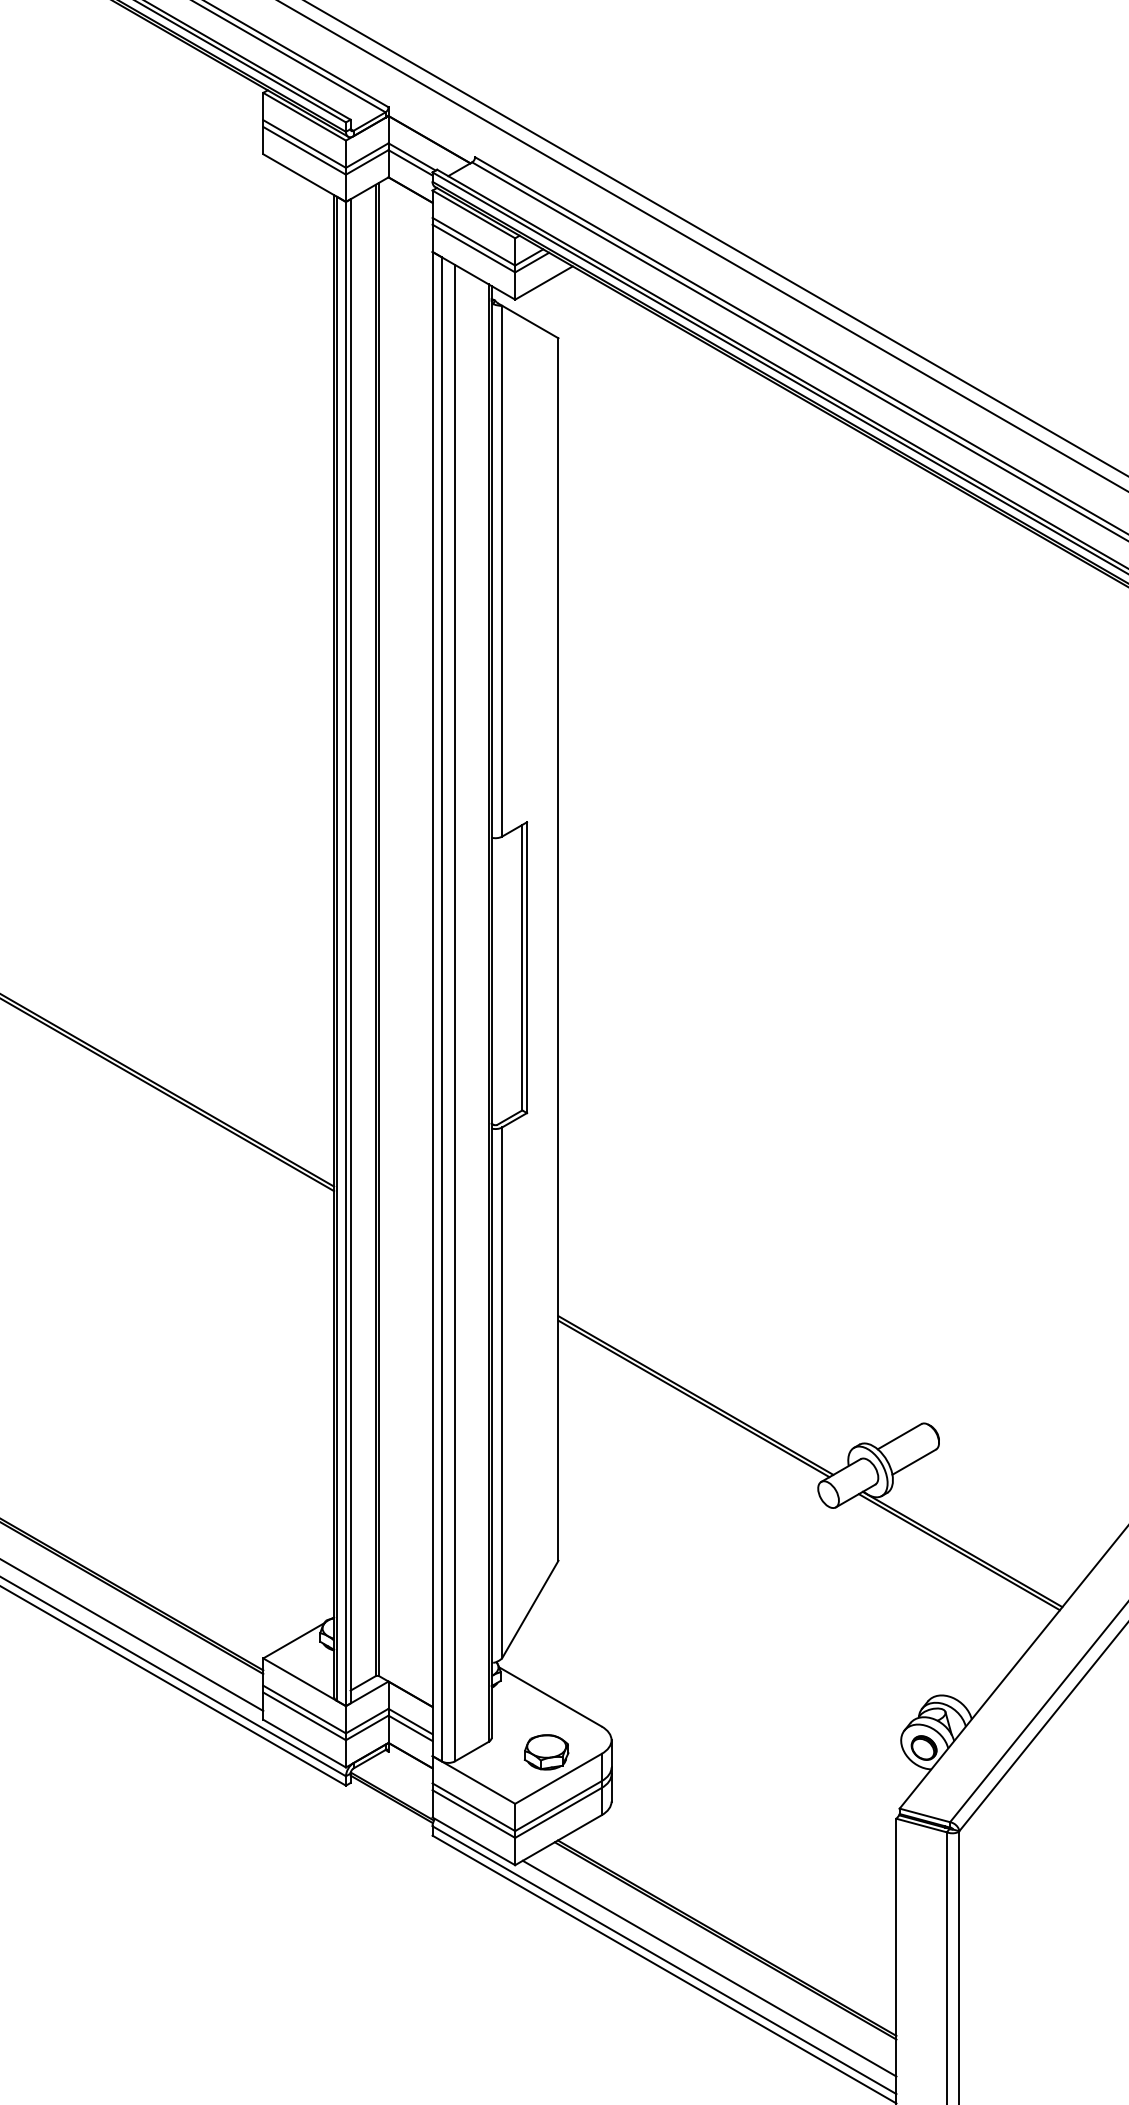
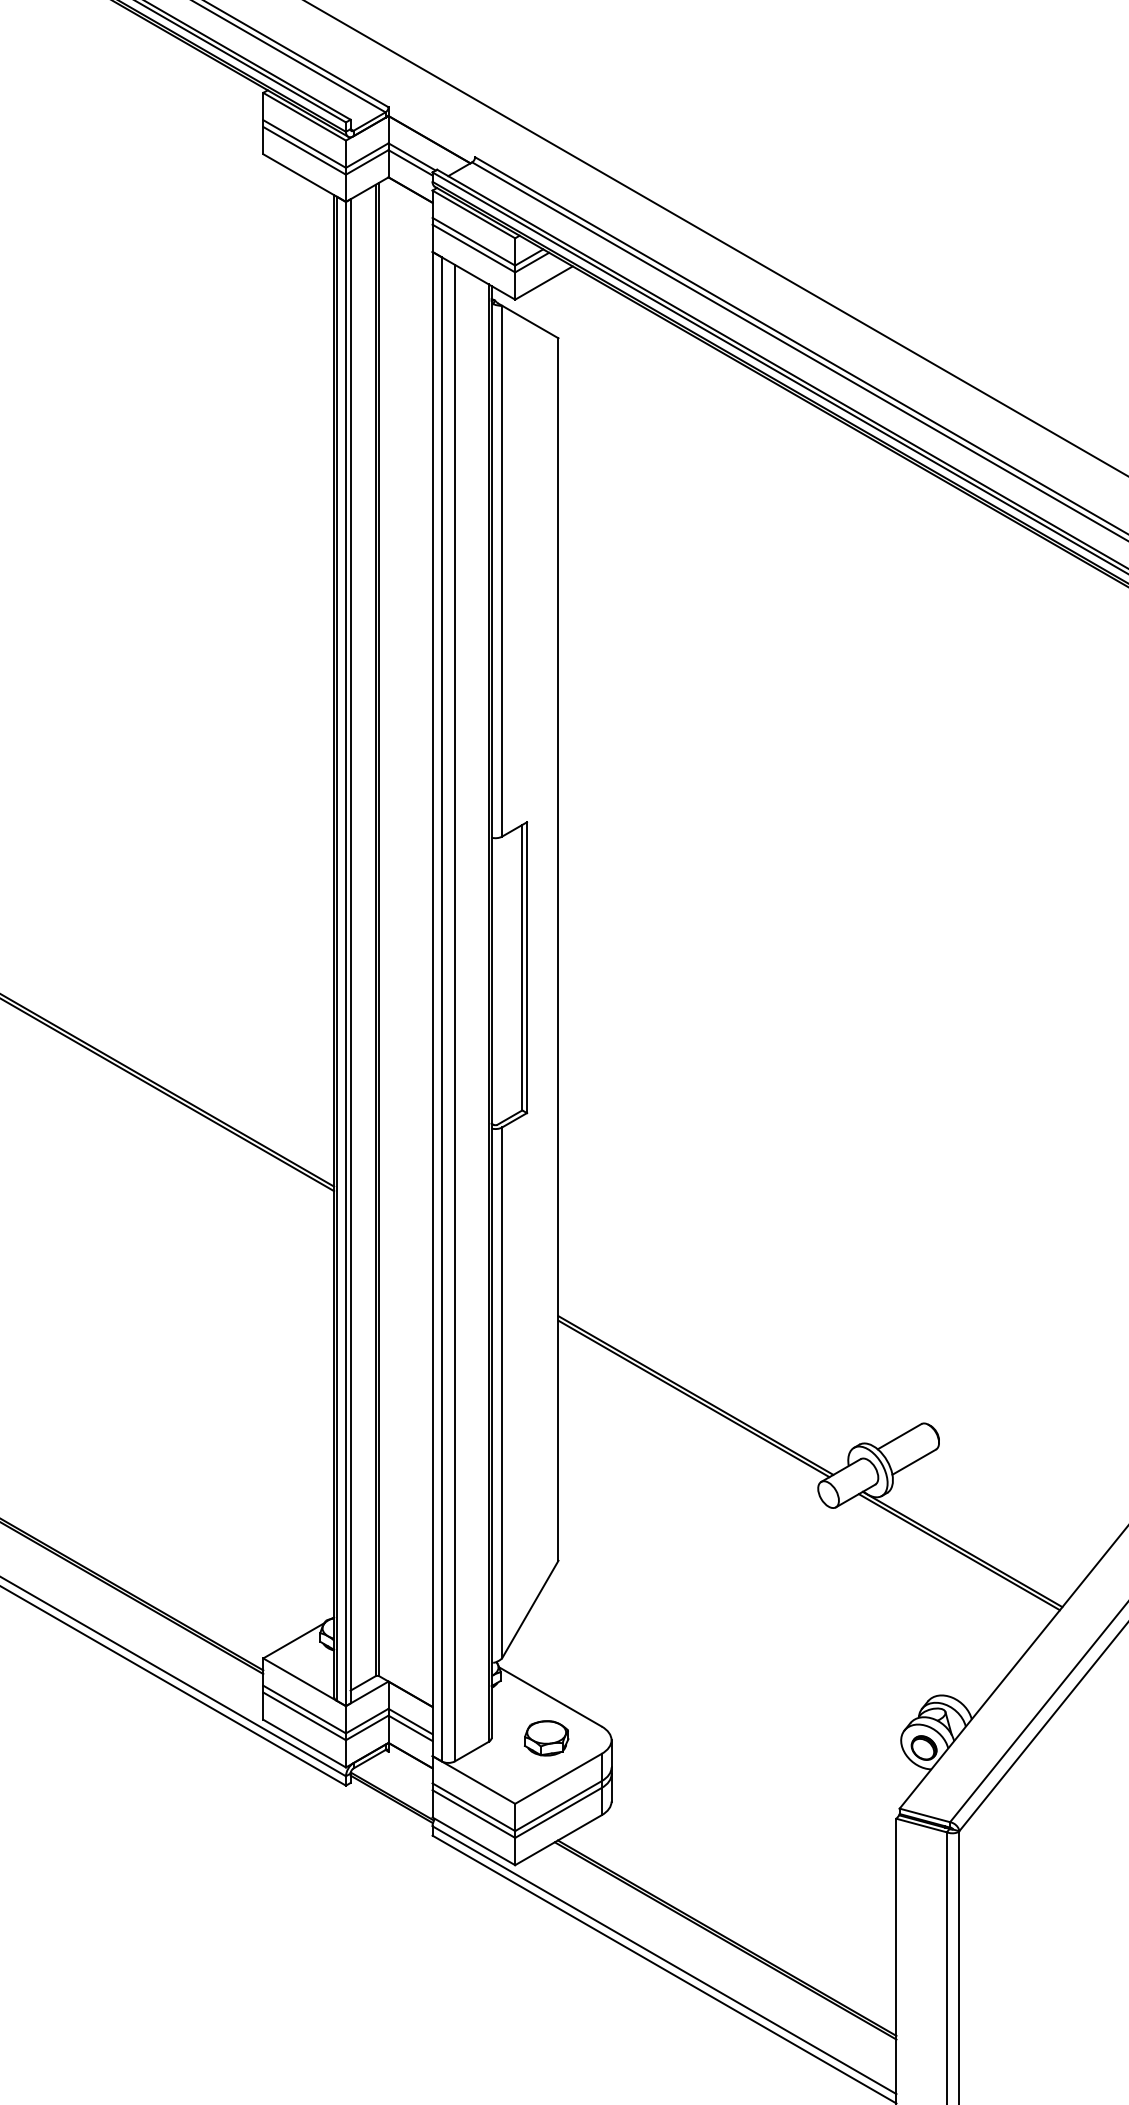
line at (702, 245): present -> none
line at (132, 1635): present -> none
part at (546, 1752) position: (546, 1752) -> (546, 1738)
line at (709, 1968): present -> none
